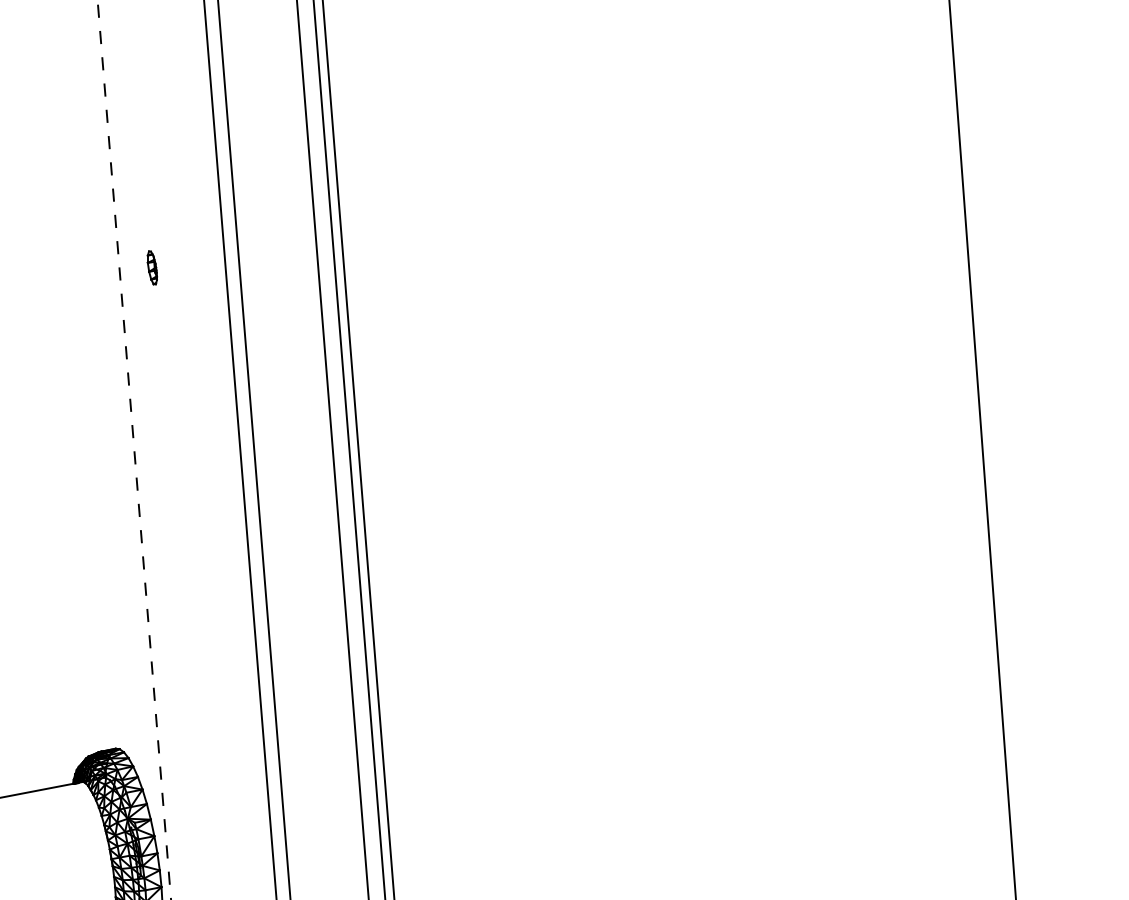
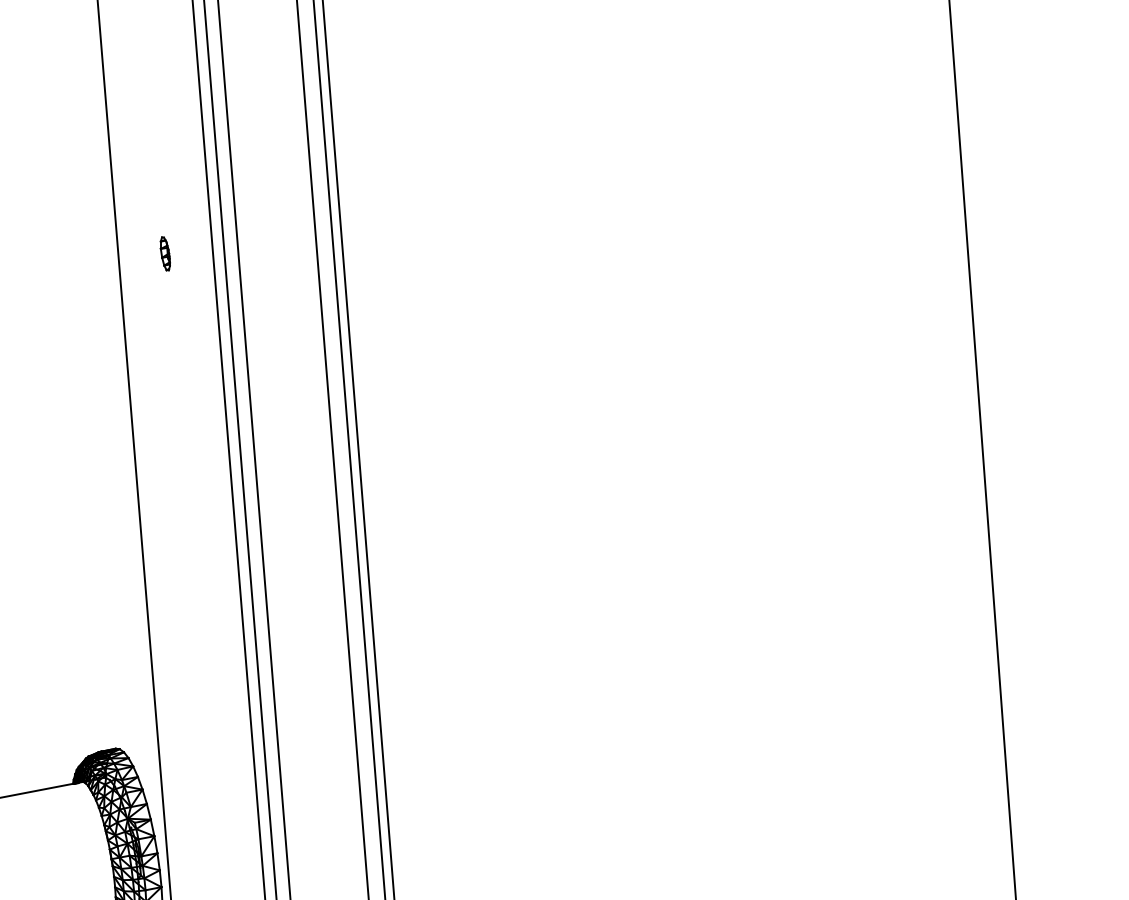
part at (151, 267) position: (151, 267) -> (164, 253)
line at (228, 449): none -> present
line at (134, 450): dashed -> solid
